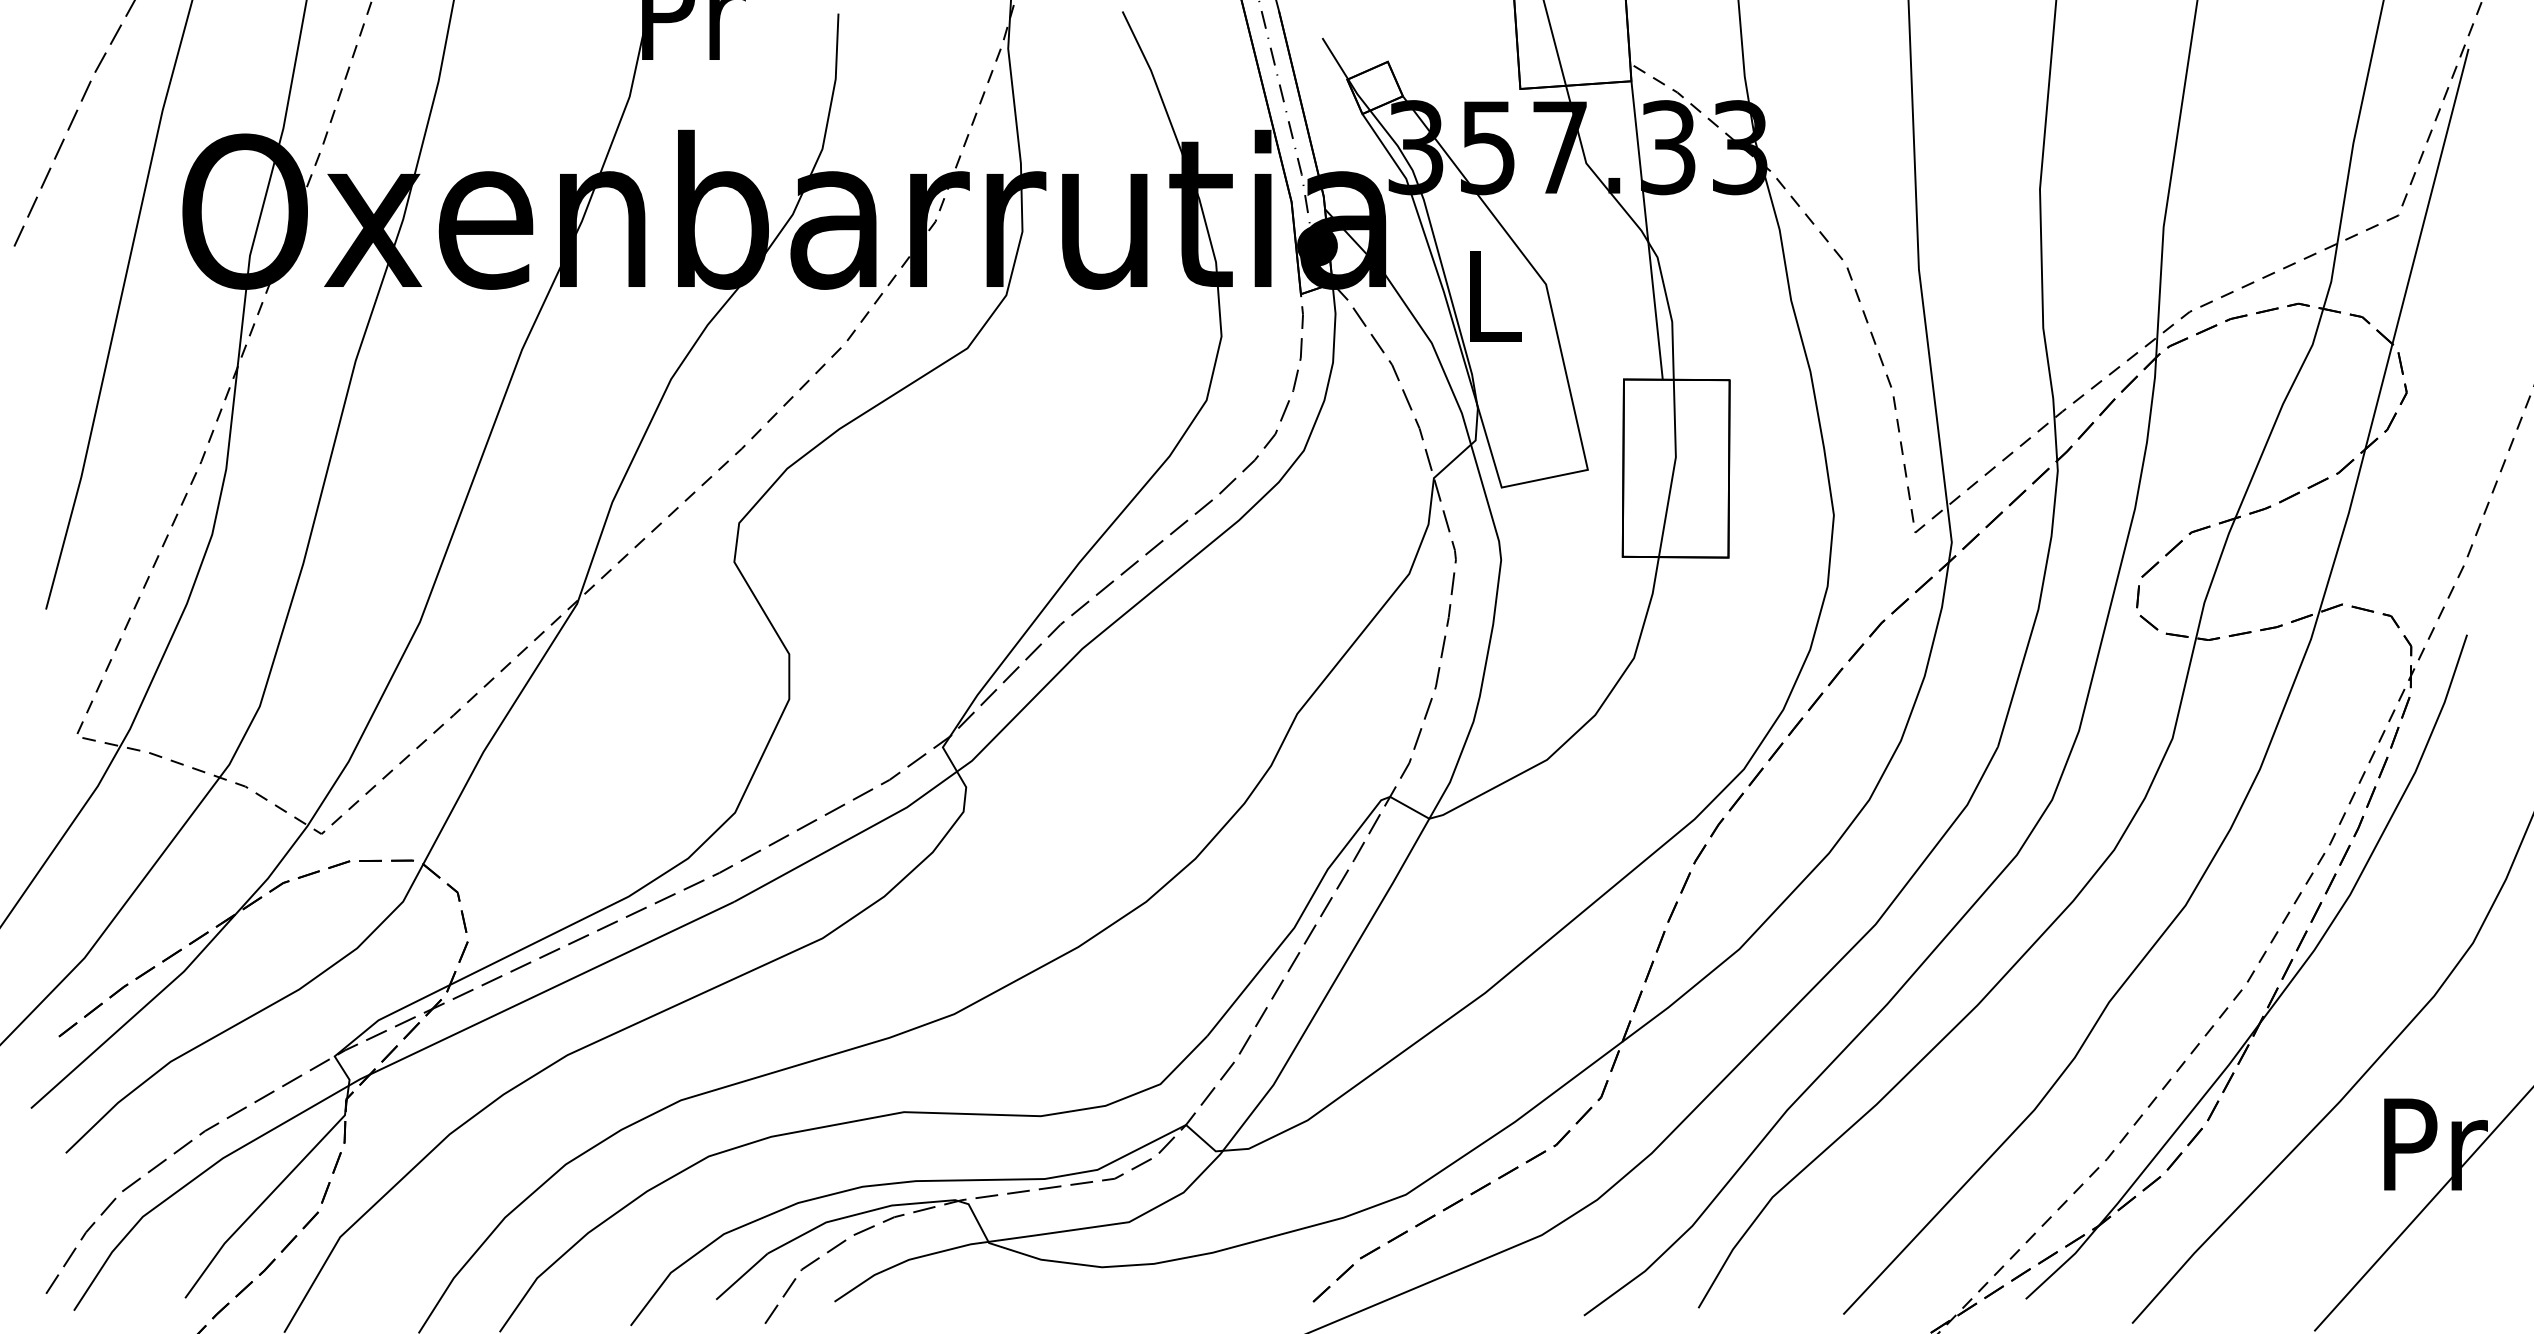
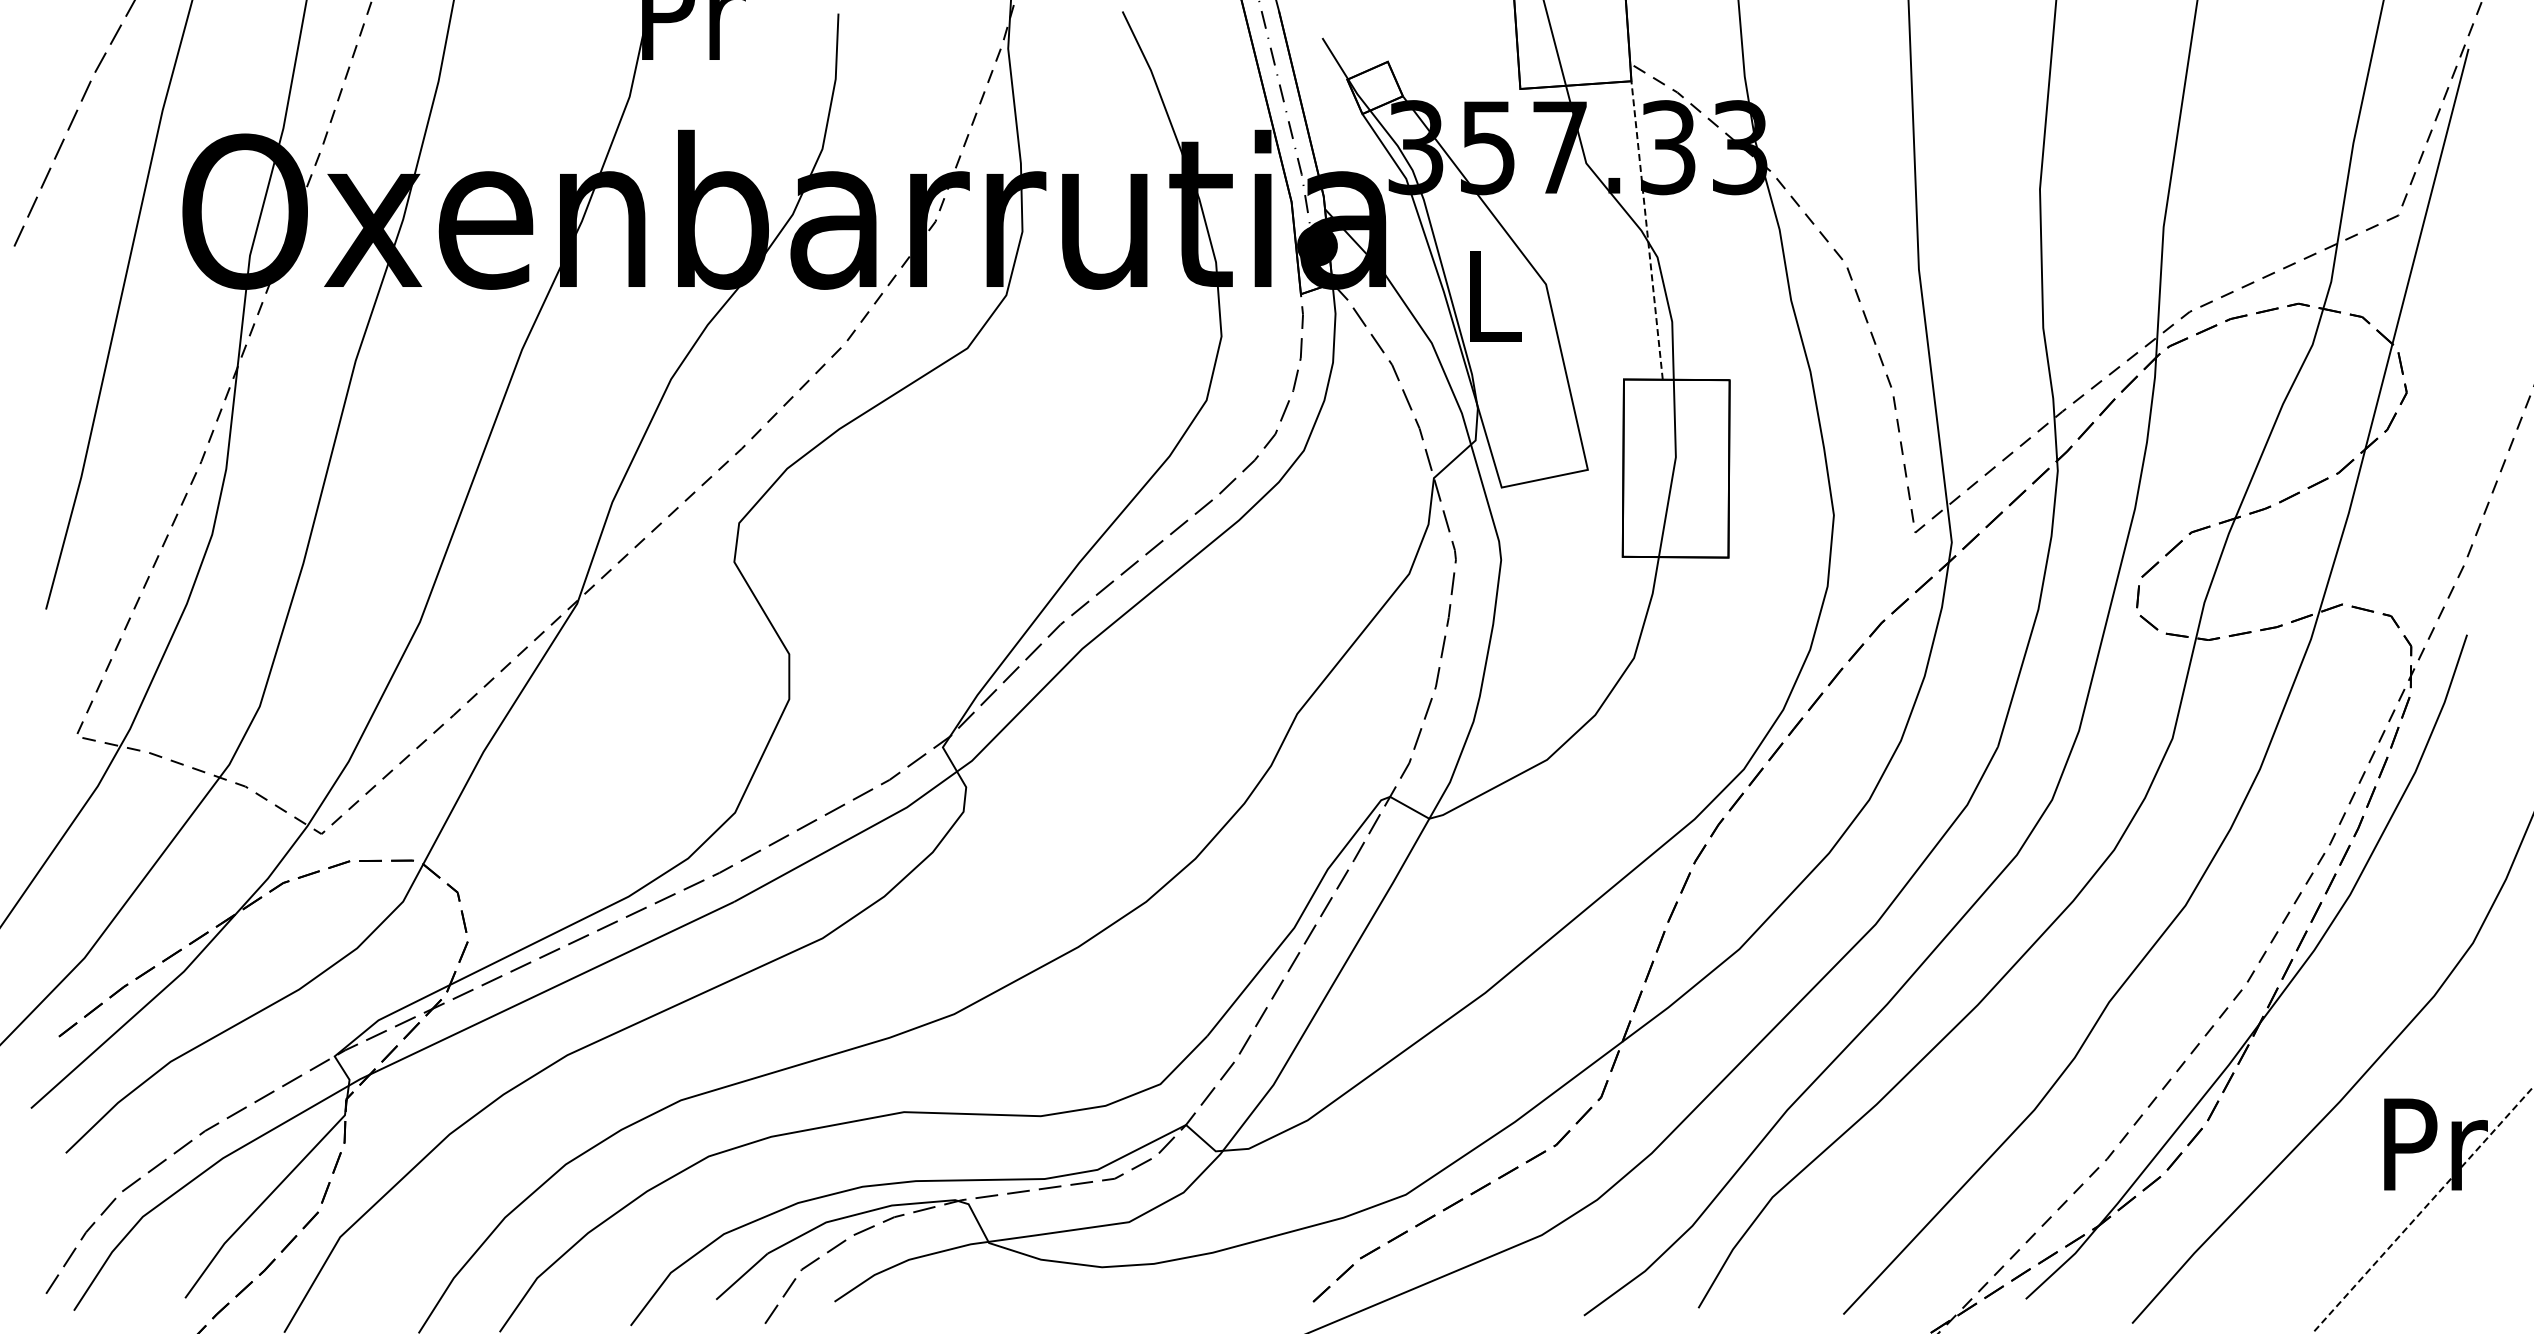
line at (1647, 230): solid -> dashed
line at (2424, 1208): solid -> dashed
